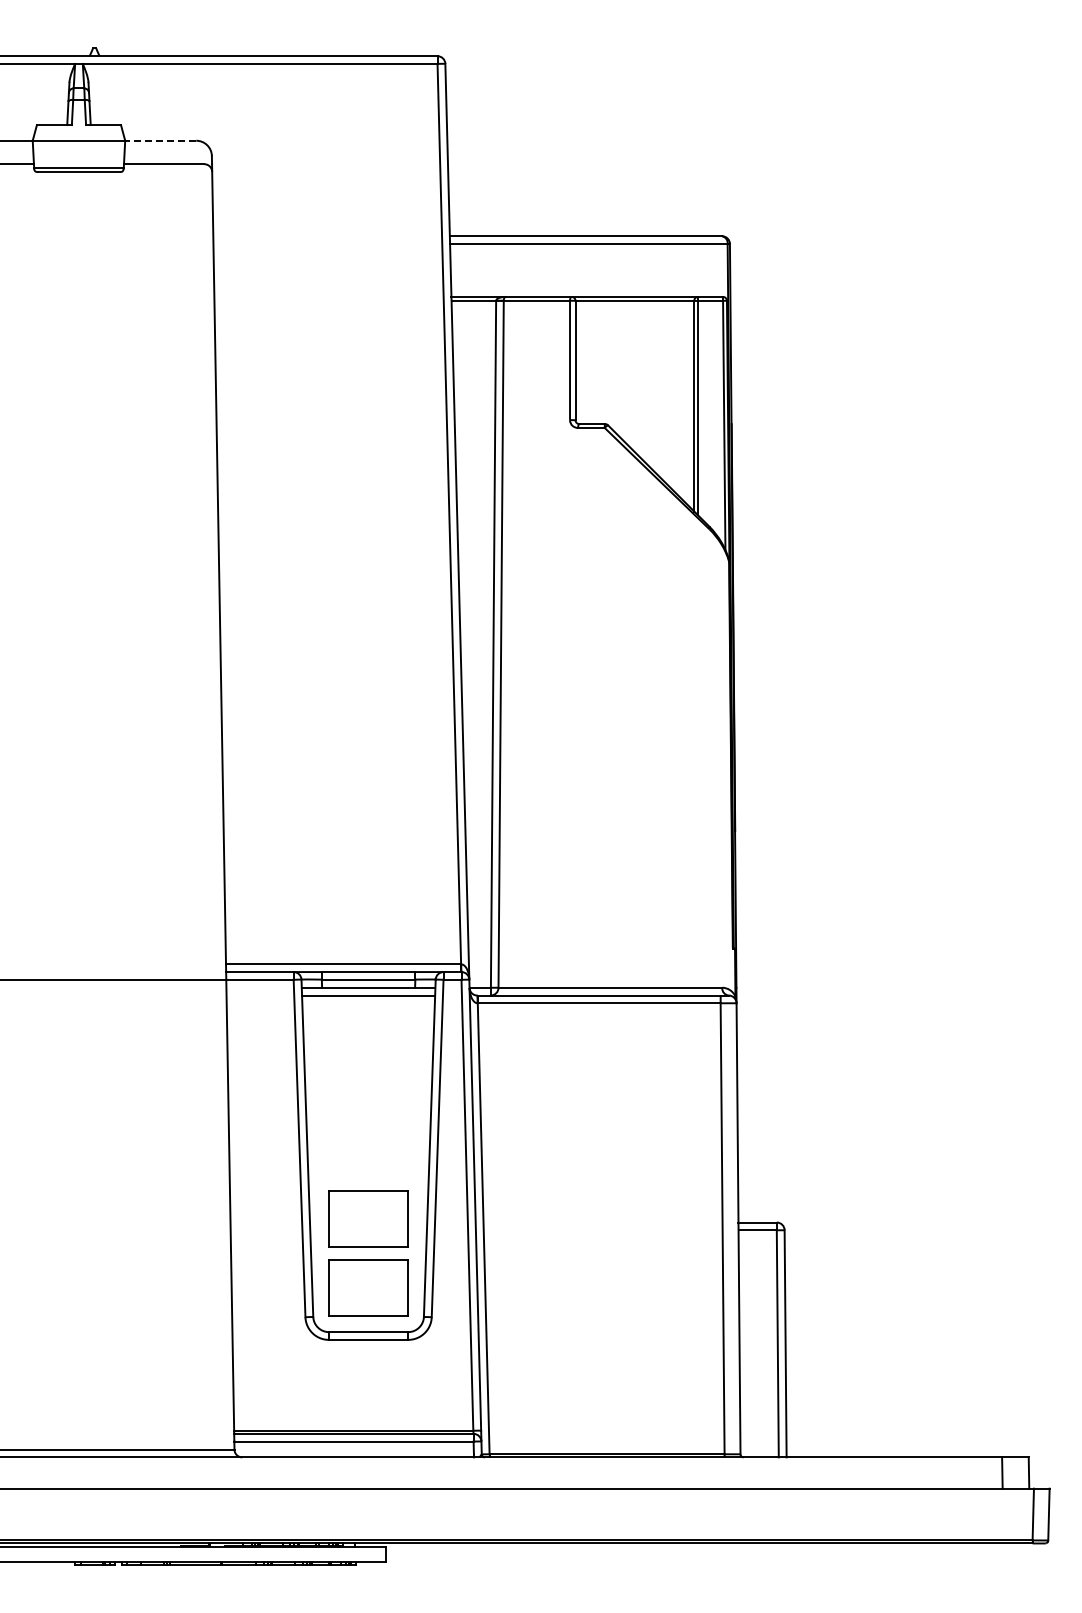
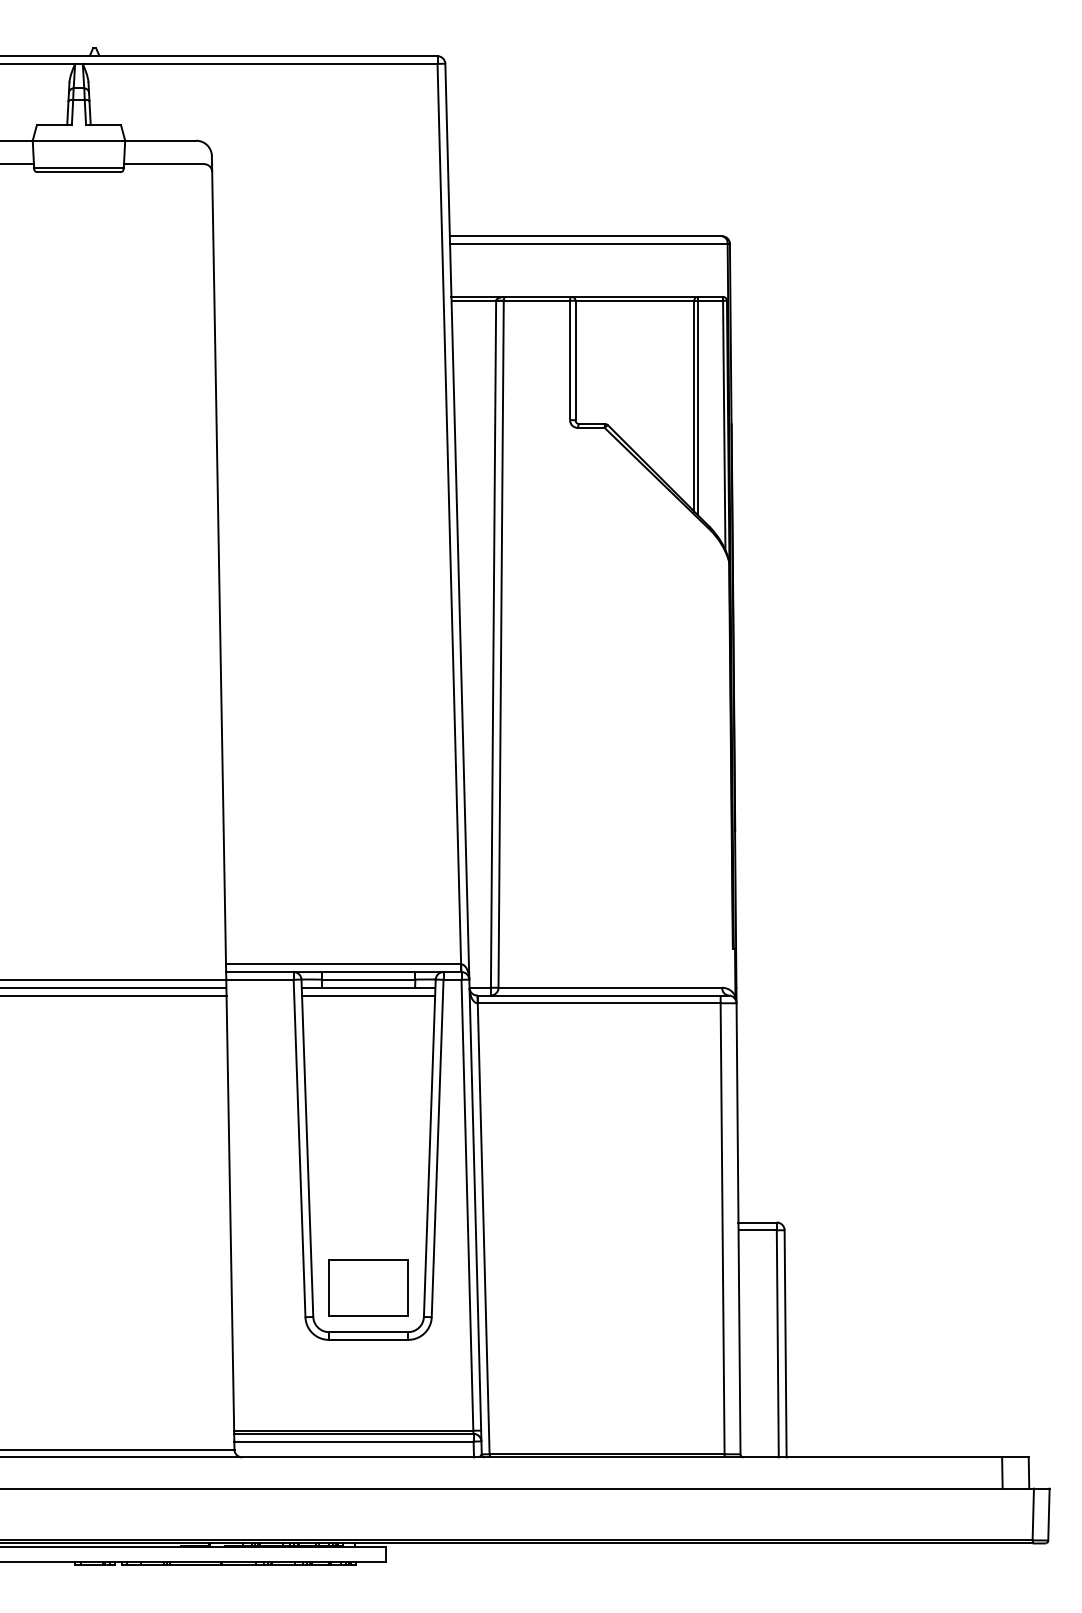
line at (160, 140): dashed -> solid
line at (114, 987): none -> present
line at (114, 995): none -> present
part at (368, 1218): present -> none
